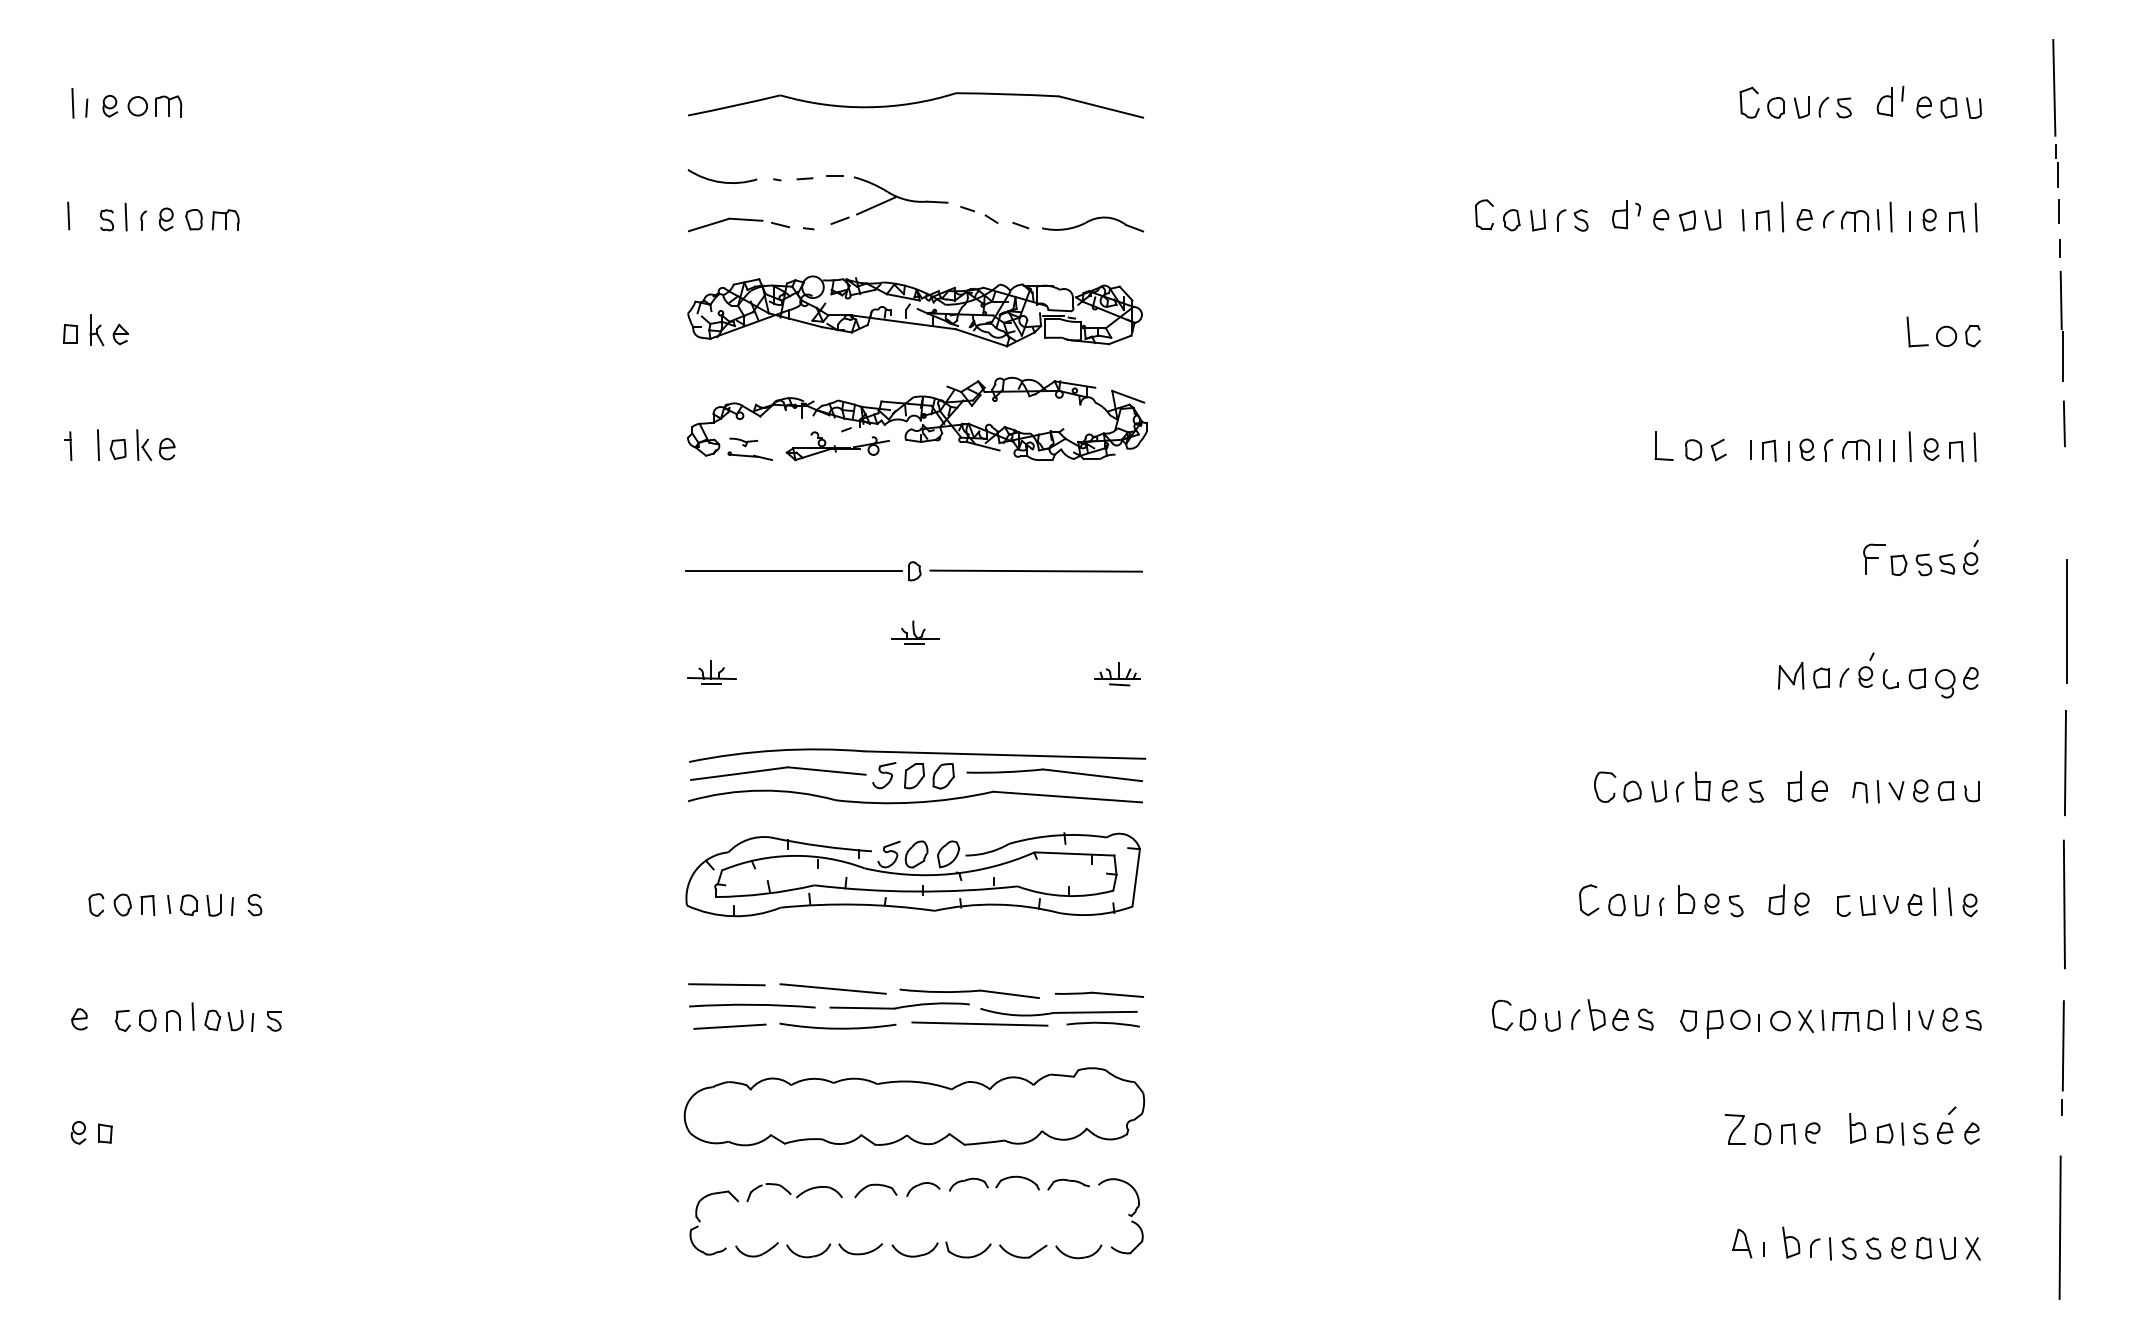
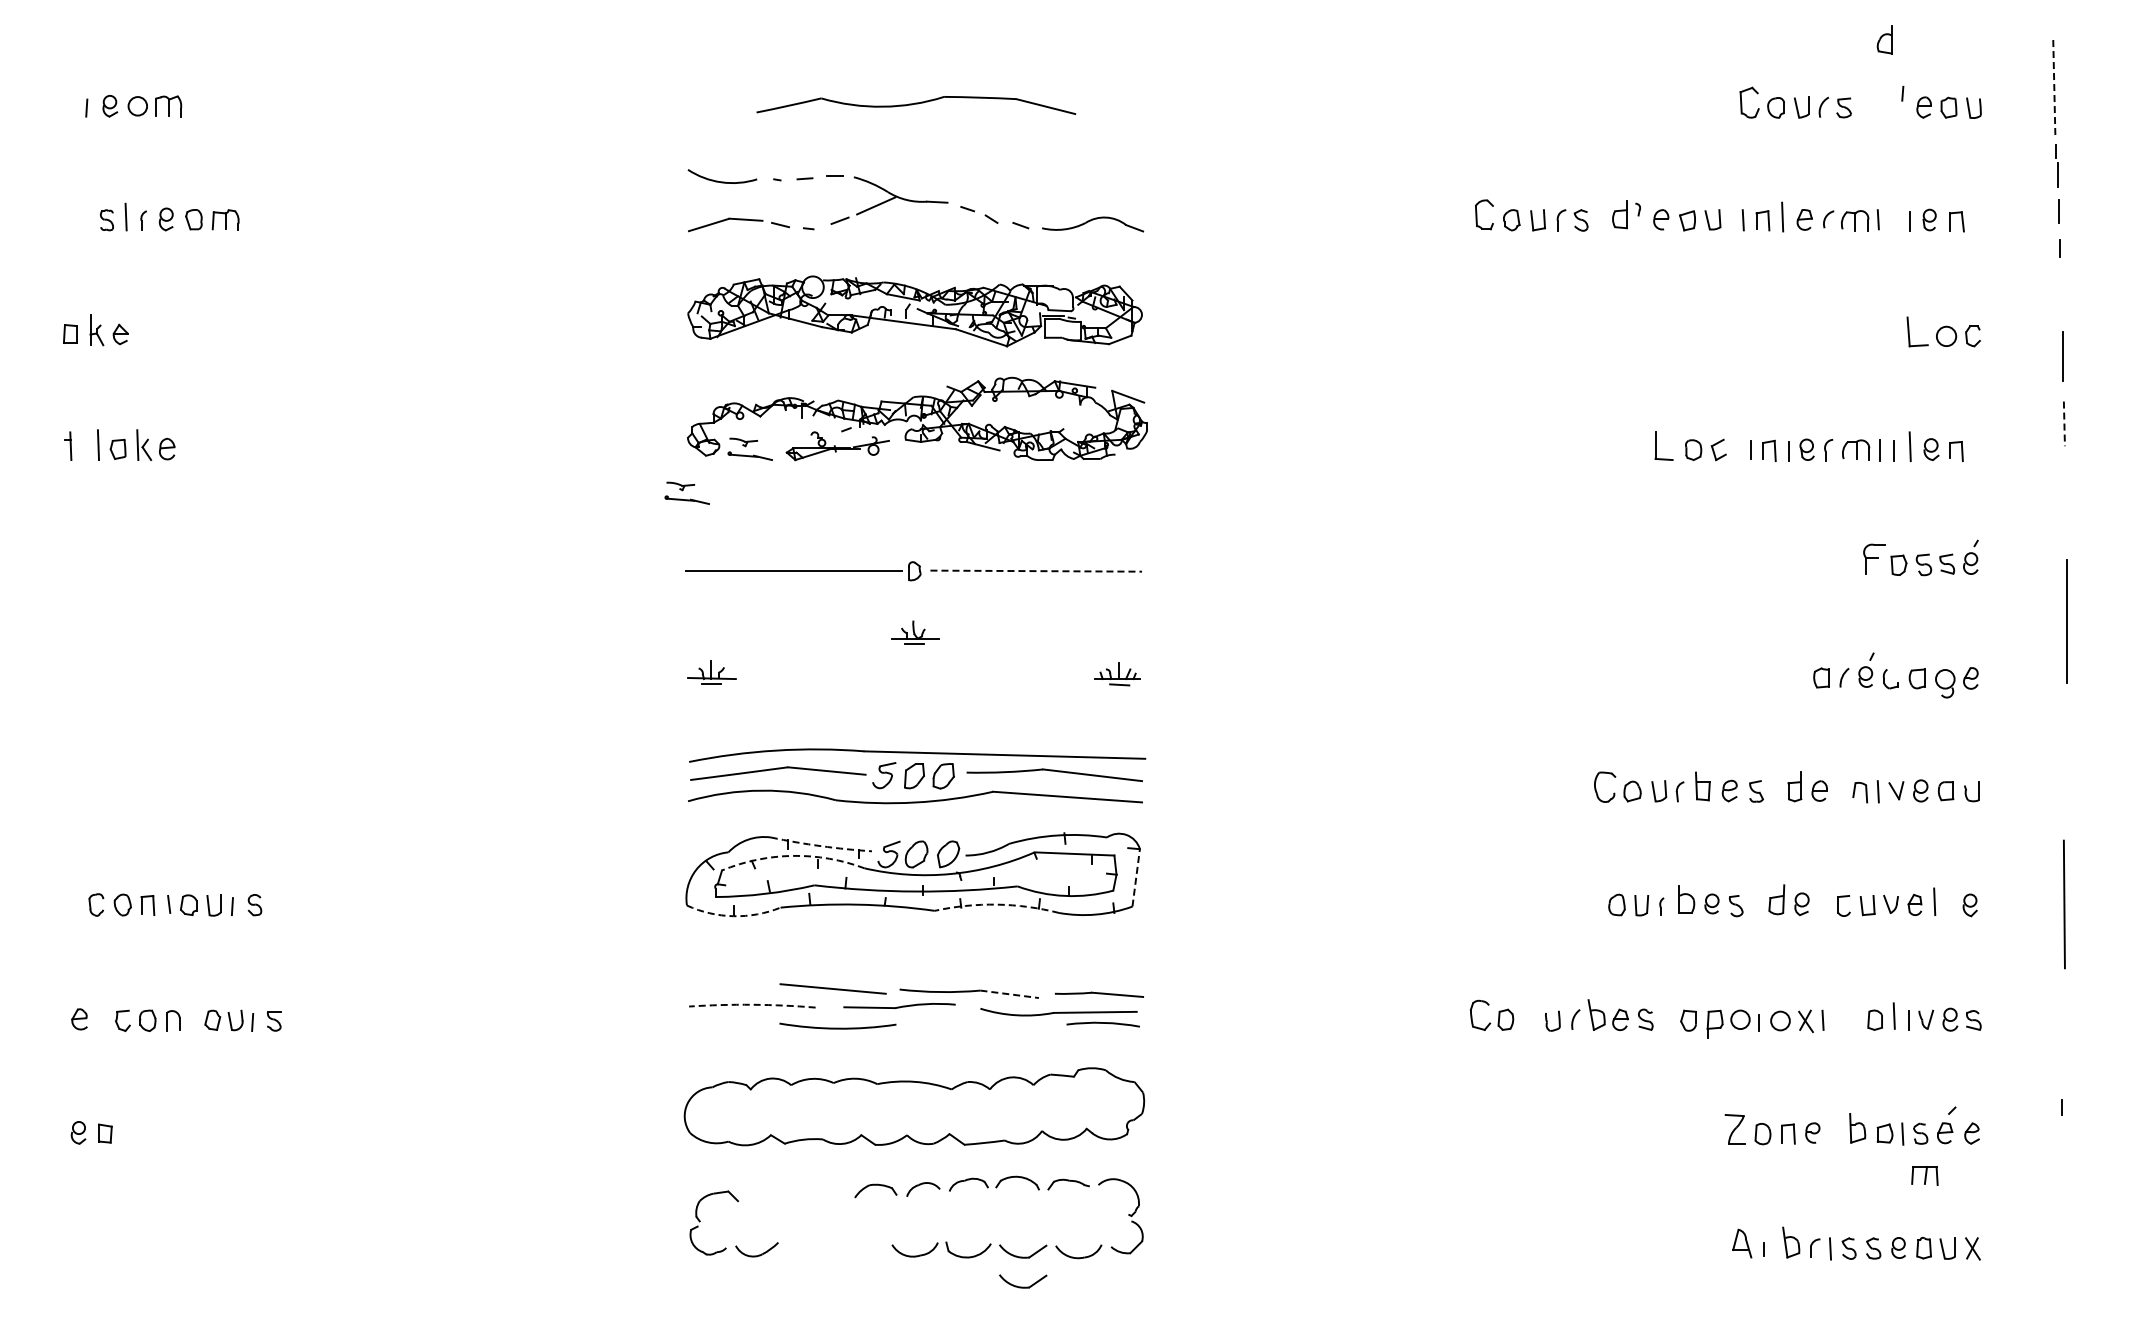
line at (2054, 87): solid -> dashed
part at (1884, 101) position: (1884, 101) -> (1884, 39)
line at (72, 102): present -> none
part at (916, 105) size: 457x27 px -> 321x19 px
line at (68, 215): present -> none
line at (1890, 216): present -> none
line at (1975, 217): present -> none
line at (2060, 300): present -> none
line at (2064, 424): solid -> dashed
line at (1974, 447): present -> none
part at (686, 492): none -> present
line at (1036, 571): solid -> dashed
part at (1791, 675): present -> none
line at (2065, 762): present -> none
arc at (821, 846): solid -> dashed
arc at (793, 855): solid -> dashed
line at (1136, 877): solid -> dashed
part at (1581, 900): present -> none
line at (1950, 901): present -> none
arc at (997, 904): solid -> dashed
arc at (733, 916): solid -> dashed
line at (726, 984): present -> none
line at (1010, 994): solid -> dashed
arc at (752, 1004): solid -> dashed
part at (899, 1005) size: 141x8 px -> 113x6 px
part at (1514, 1014) position: (1514, 1014) -> (1492, 1014)
line at (192, 1016): present -> none
part at (1845, 1021) position: (1845, 1021) -> (1924, 1175)
line at (979, 1023): present -> none
line at (729, 1026): present -> none
line at (2062, 1045): present -> none
part at (794, 1192): present -> none
line at (2059, 1227): present -> none
part at (834, 1250): present -> none
part at (1023, 1281): none -> present
